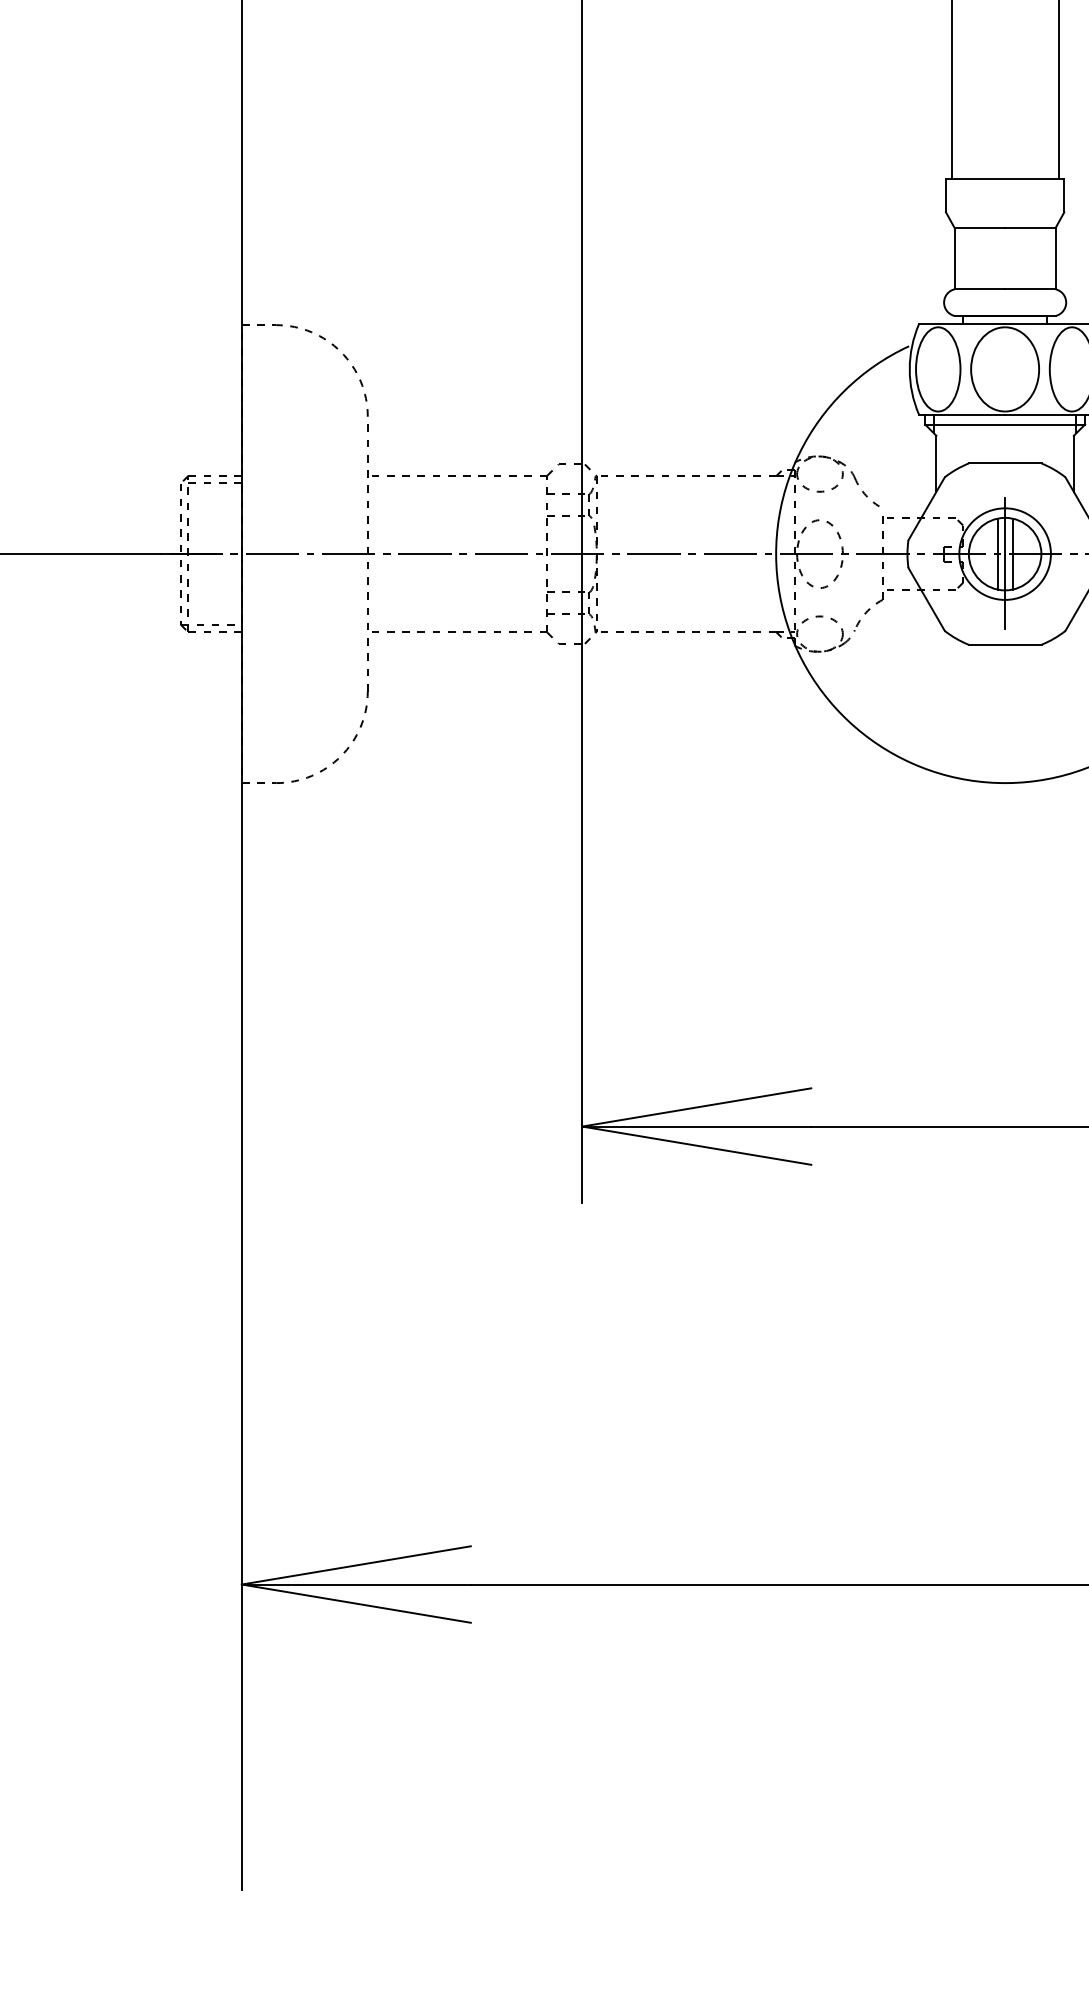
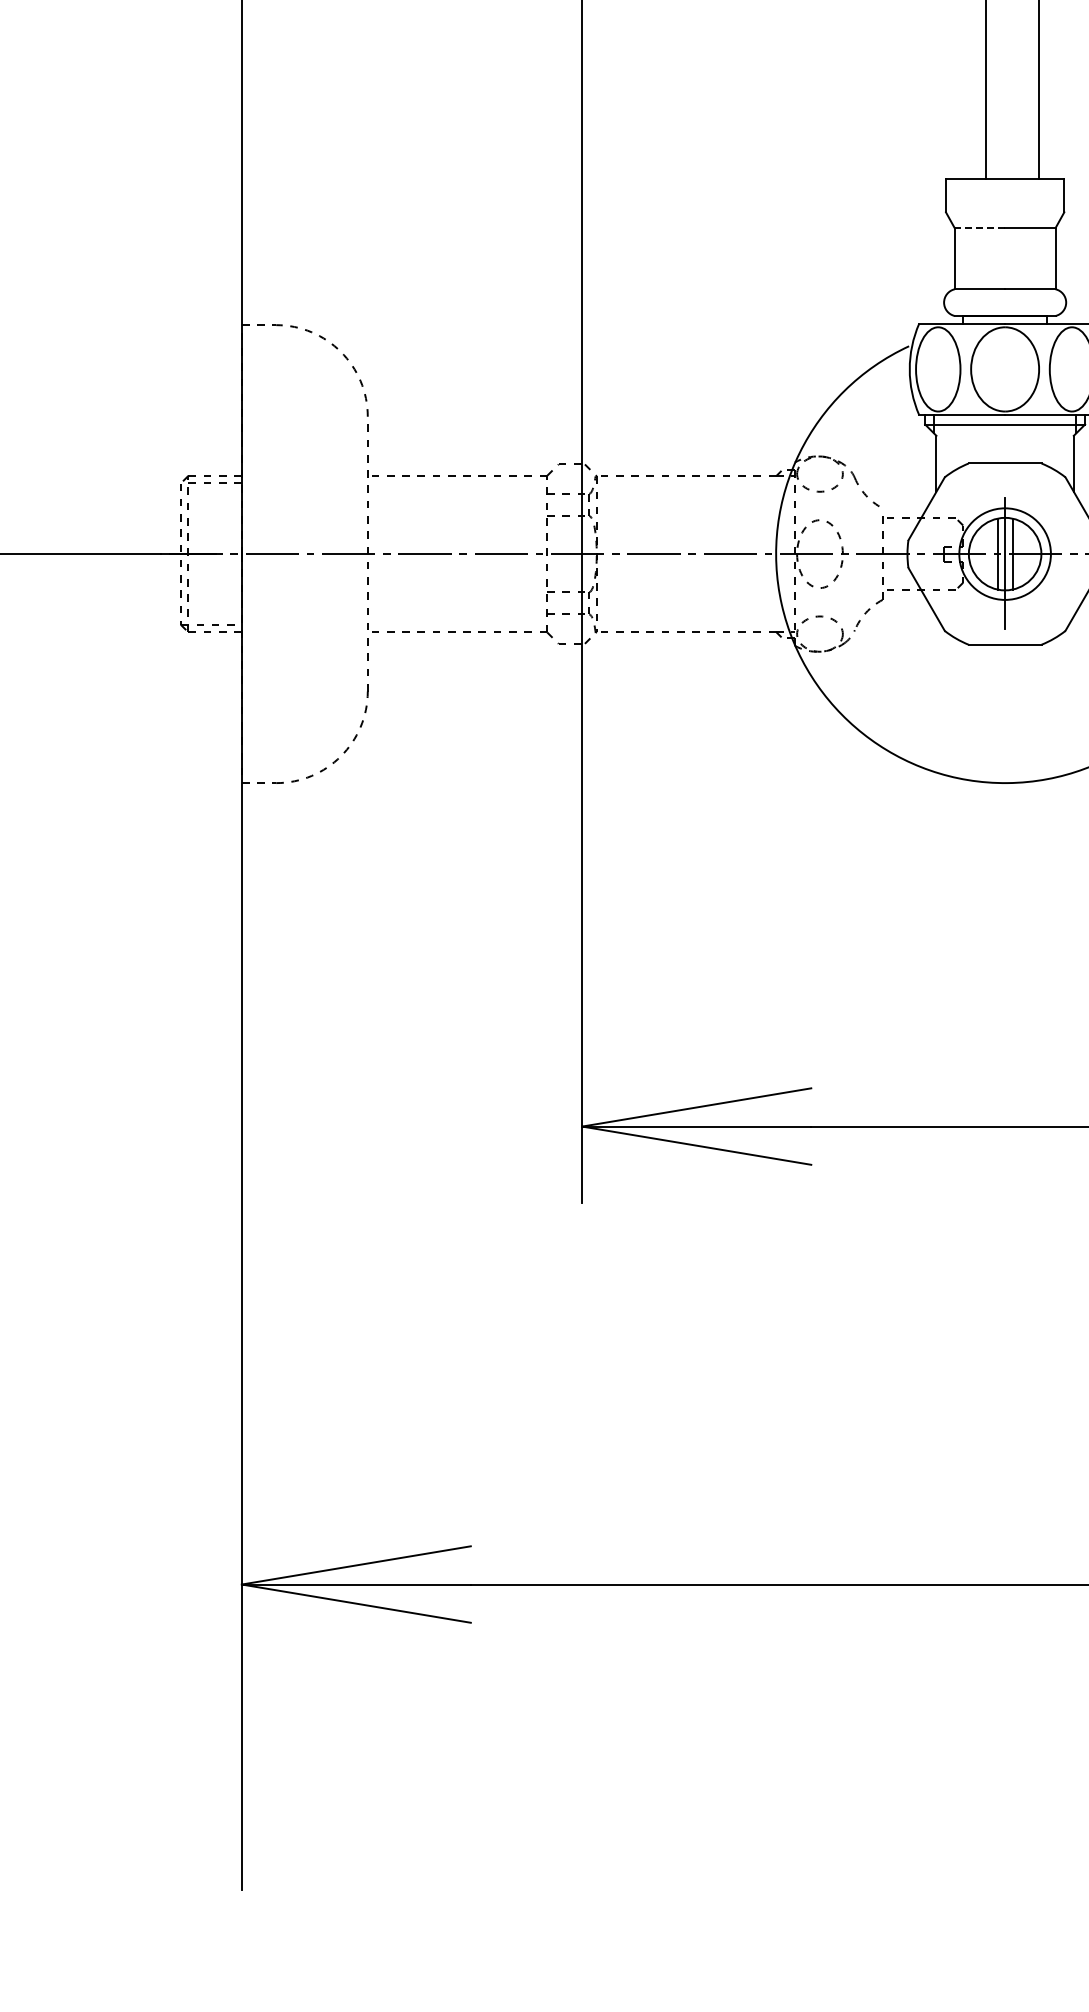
line at (951, 90) position: (951, 90) -> (985, 90)
line at (1058, 90) position: (1058, 90) -> (1038, 90)
line at (979, 228): solid -> dashed
